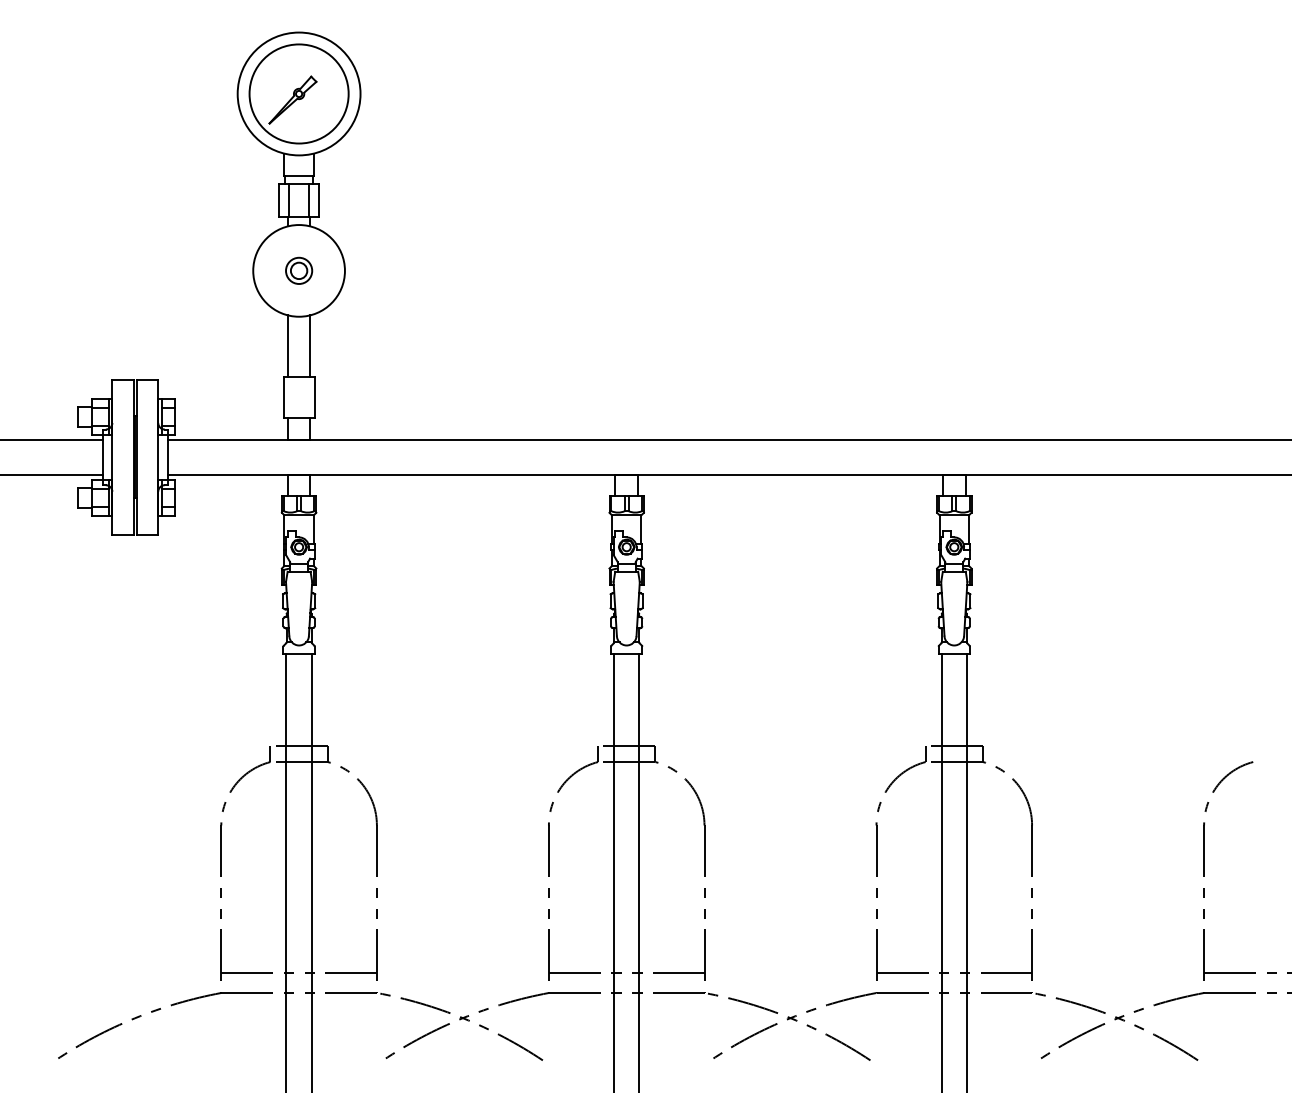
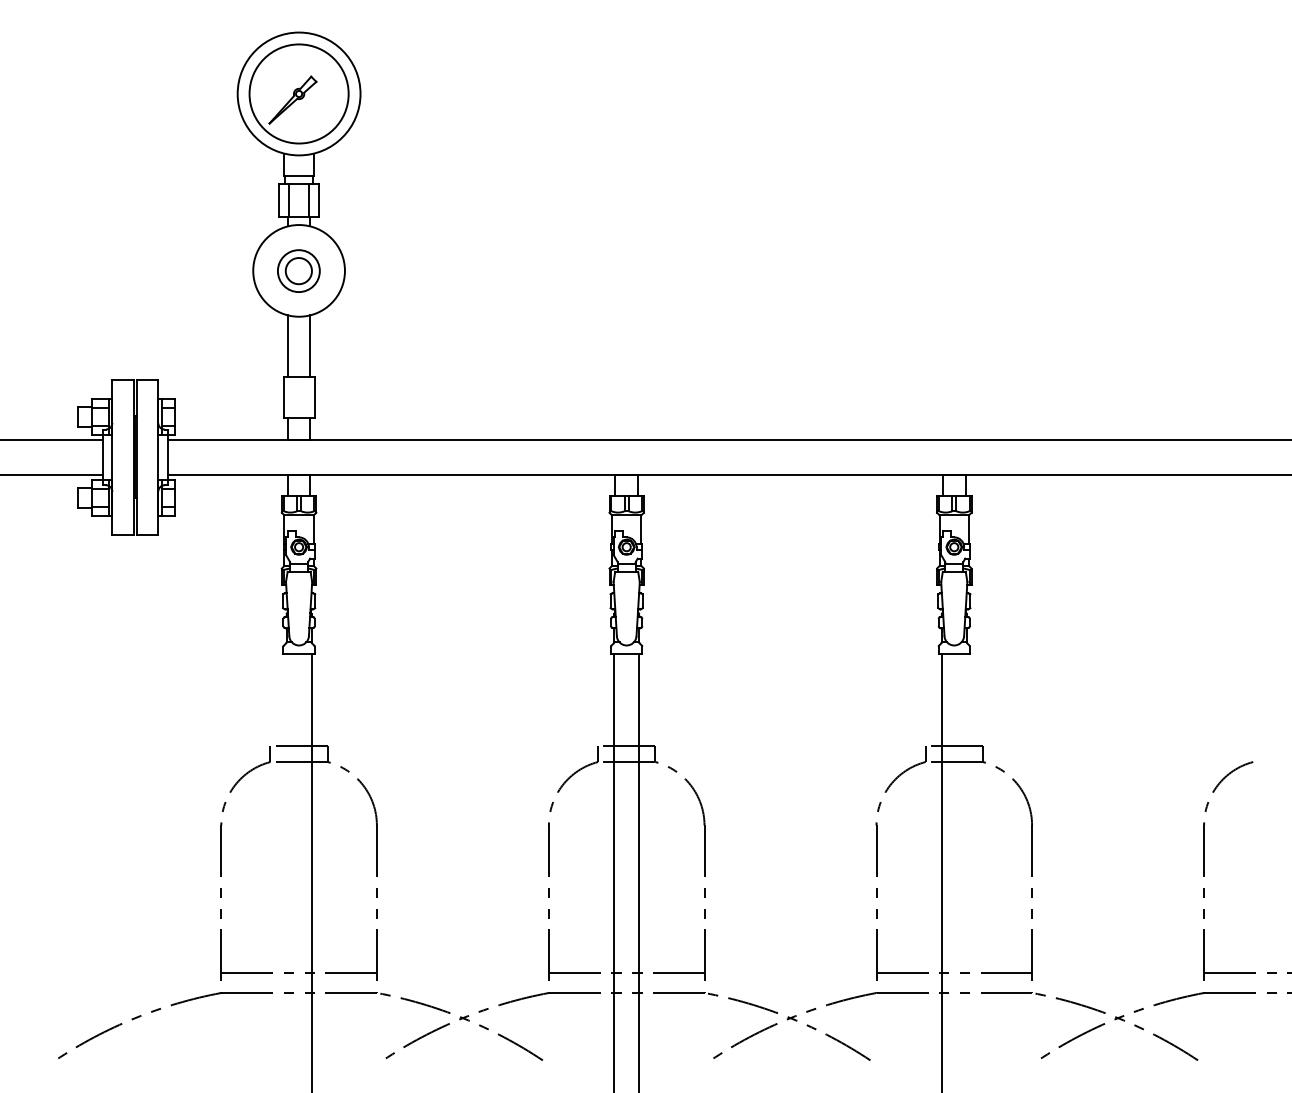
part at (299, 270) size: 29x29 px -> 44x44 px
line at (286, 871): present -> none
line at (966, 871): present -> none
